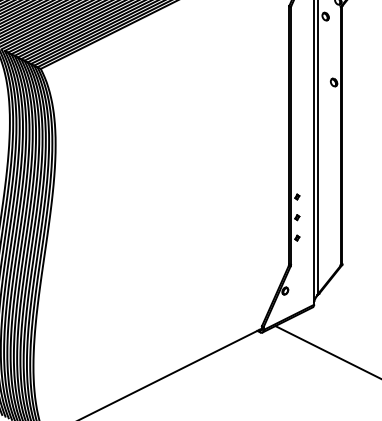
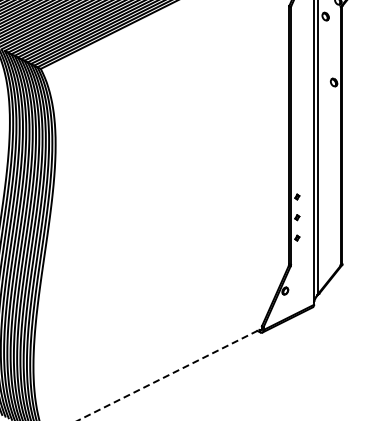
line at (326, 351): present -> none
line at (170, 374): solid -> dashed
